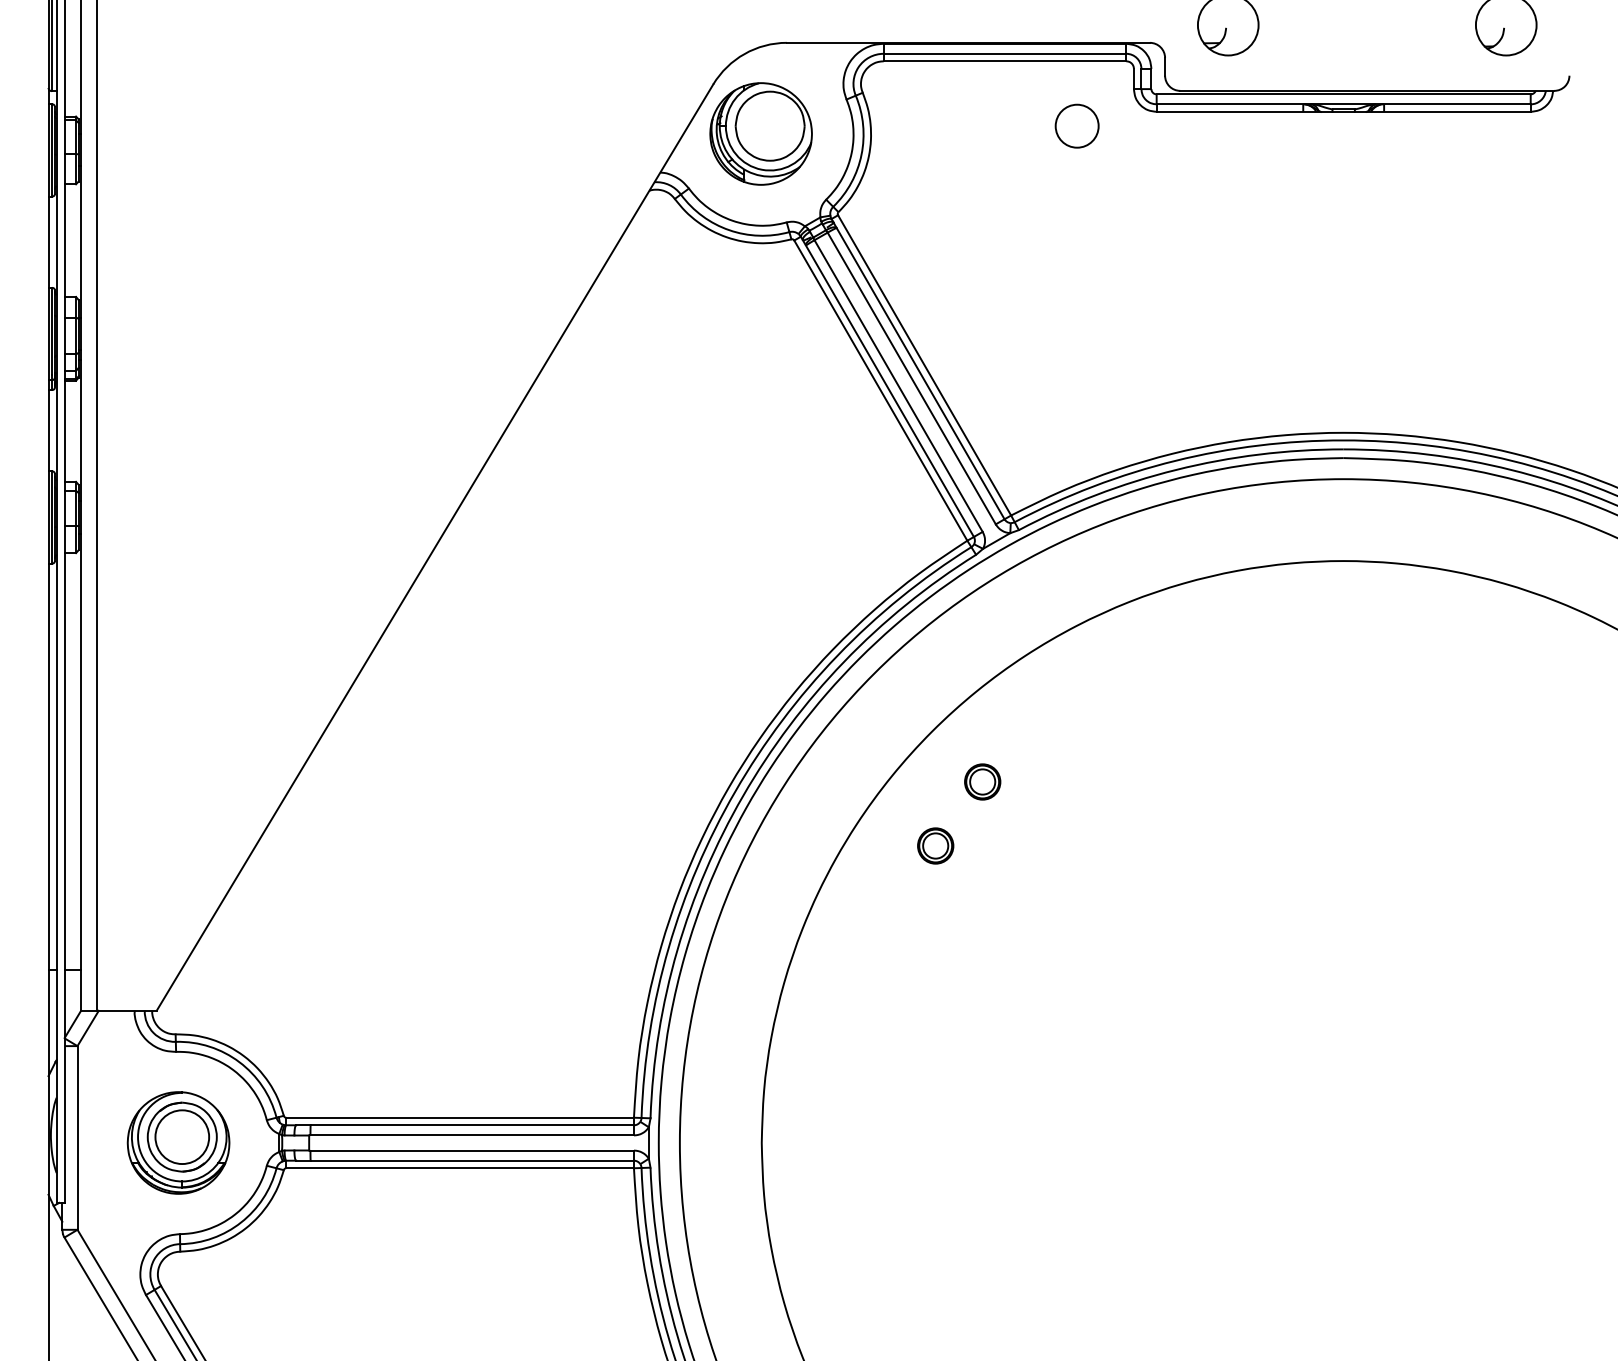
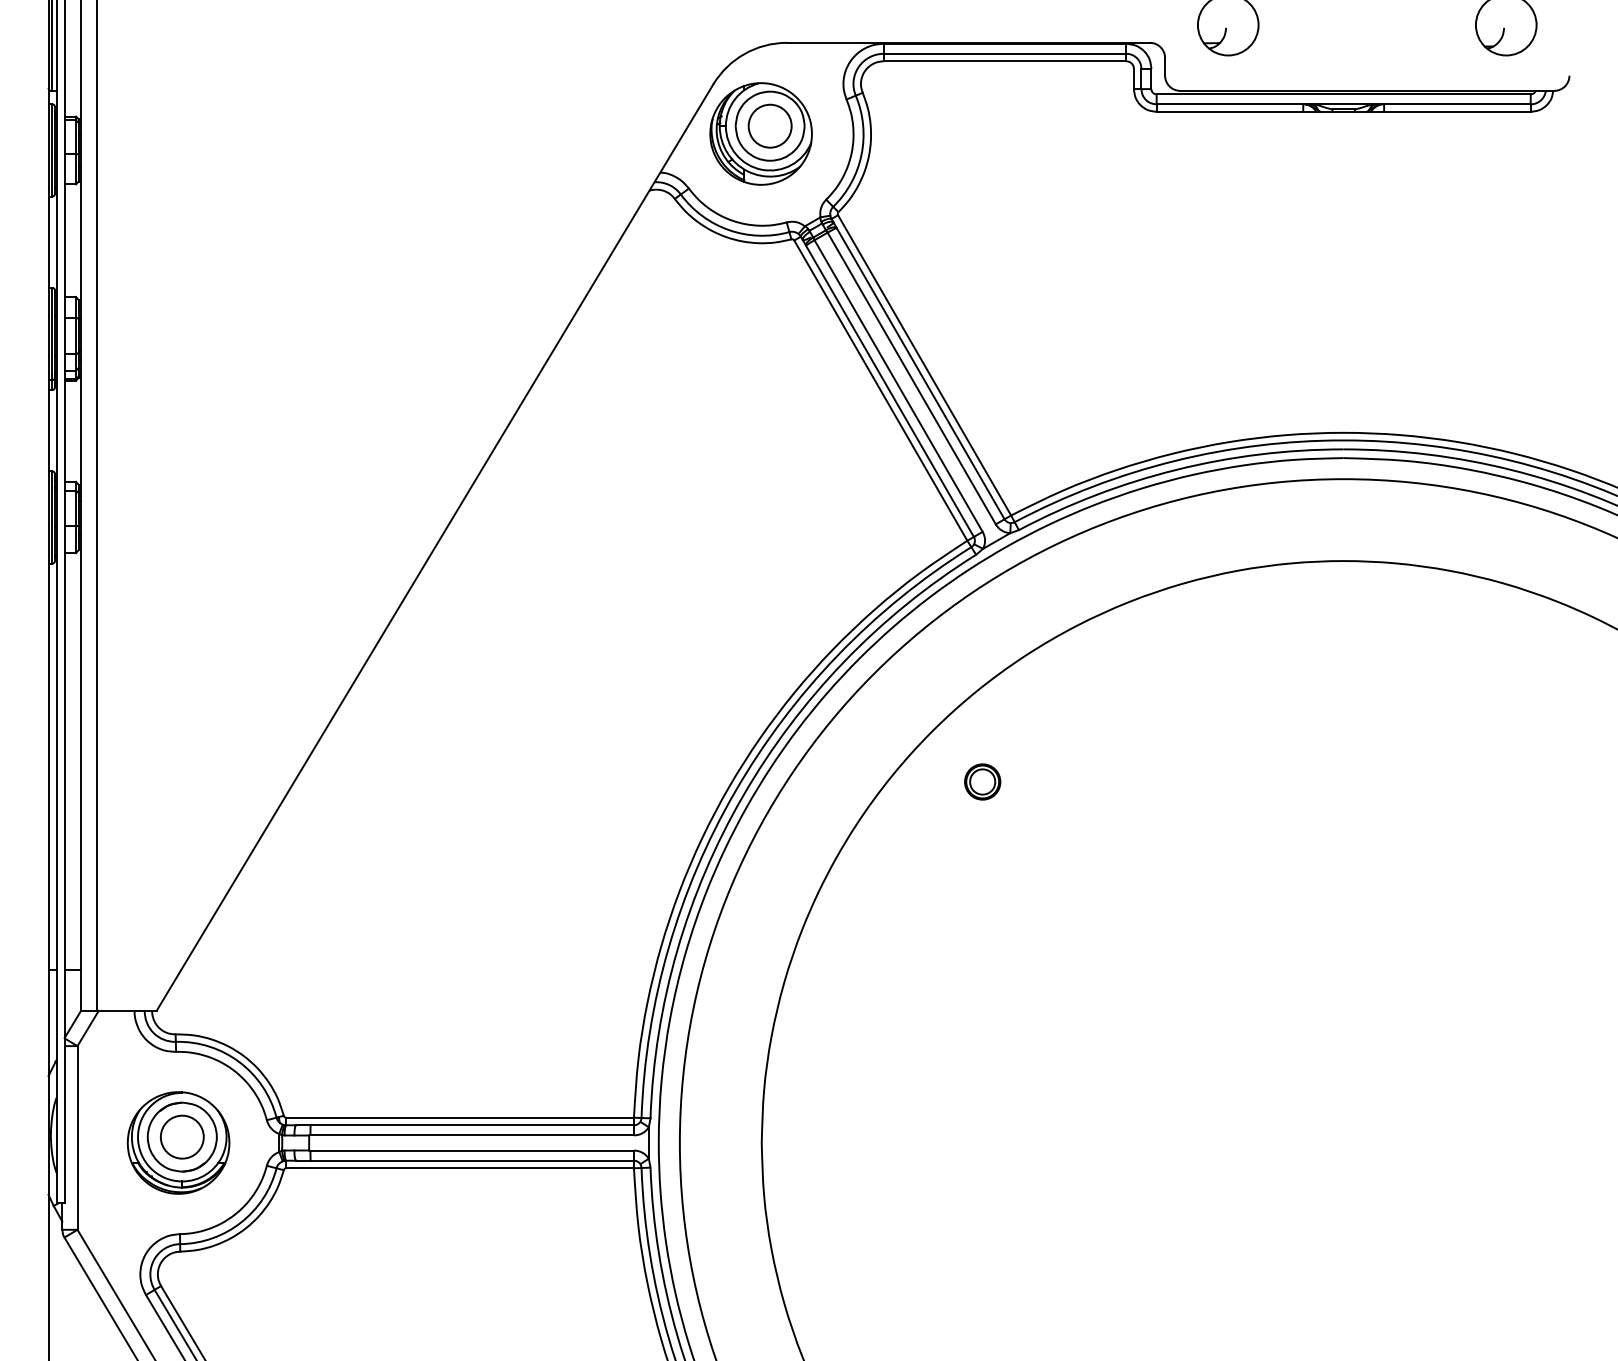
circle at (1076, 125) position: (1076, 125) -> (769, 125)
part at (935, 845): present -> none
circle at (182, 1137) diameter: 54 px -> 43 px
